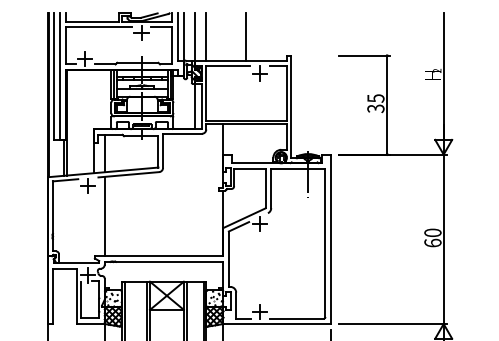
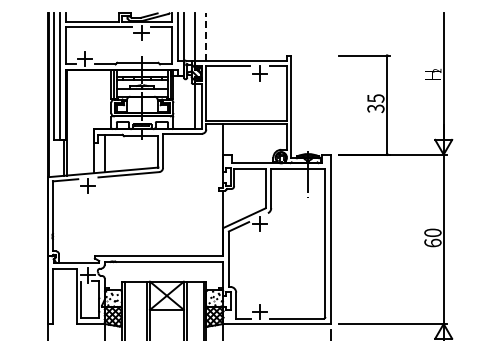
line at (206, 36): solid -> dashed
line at (245, 37): present -> none
line at (104, 216): present -> none
